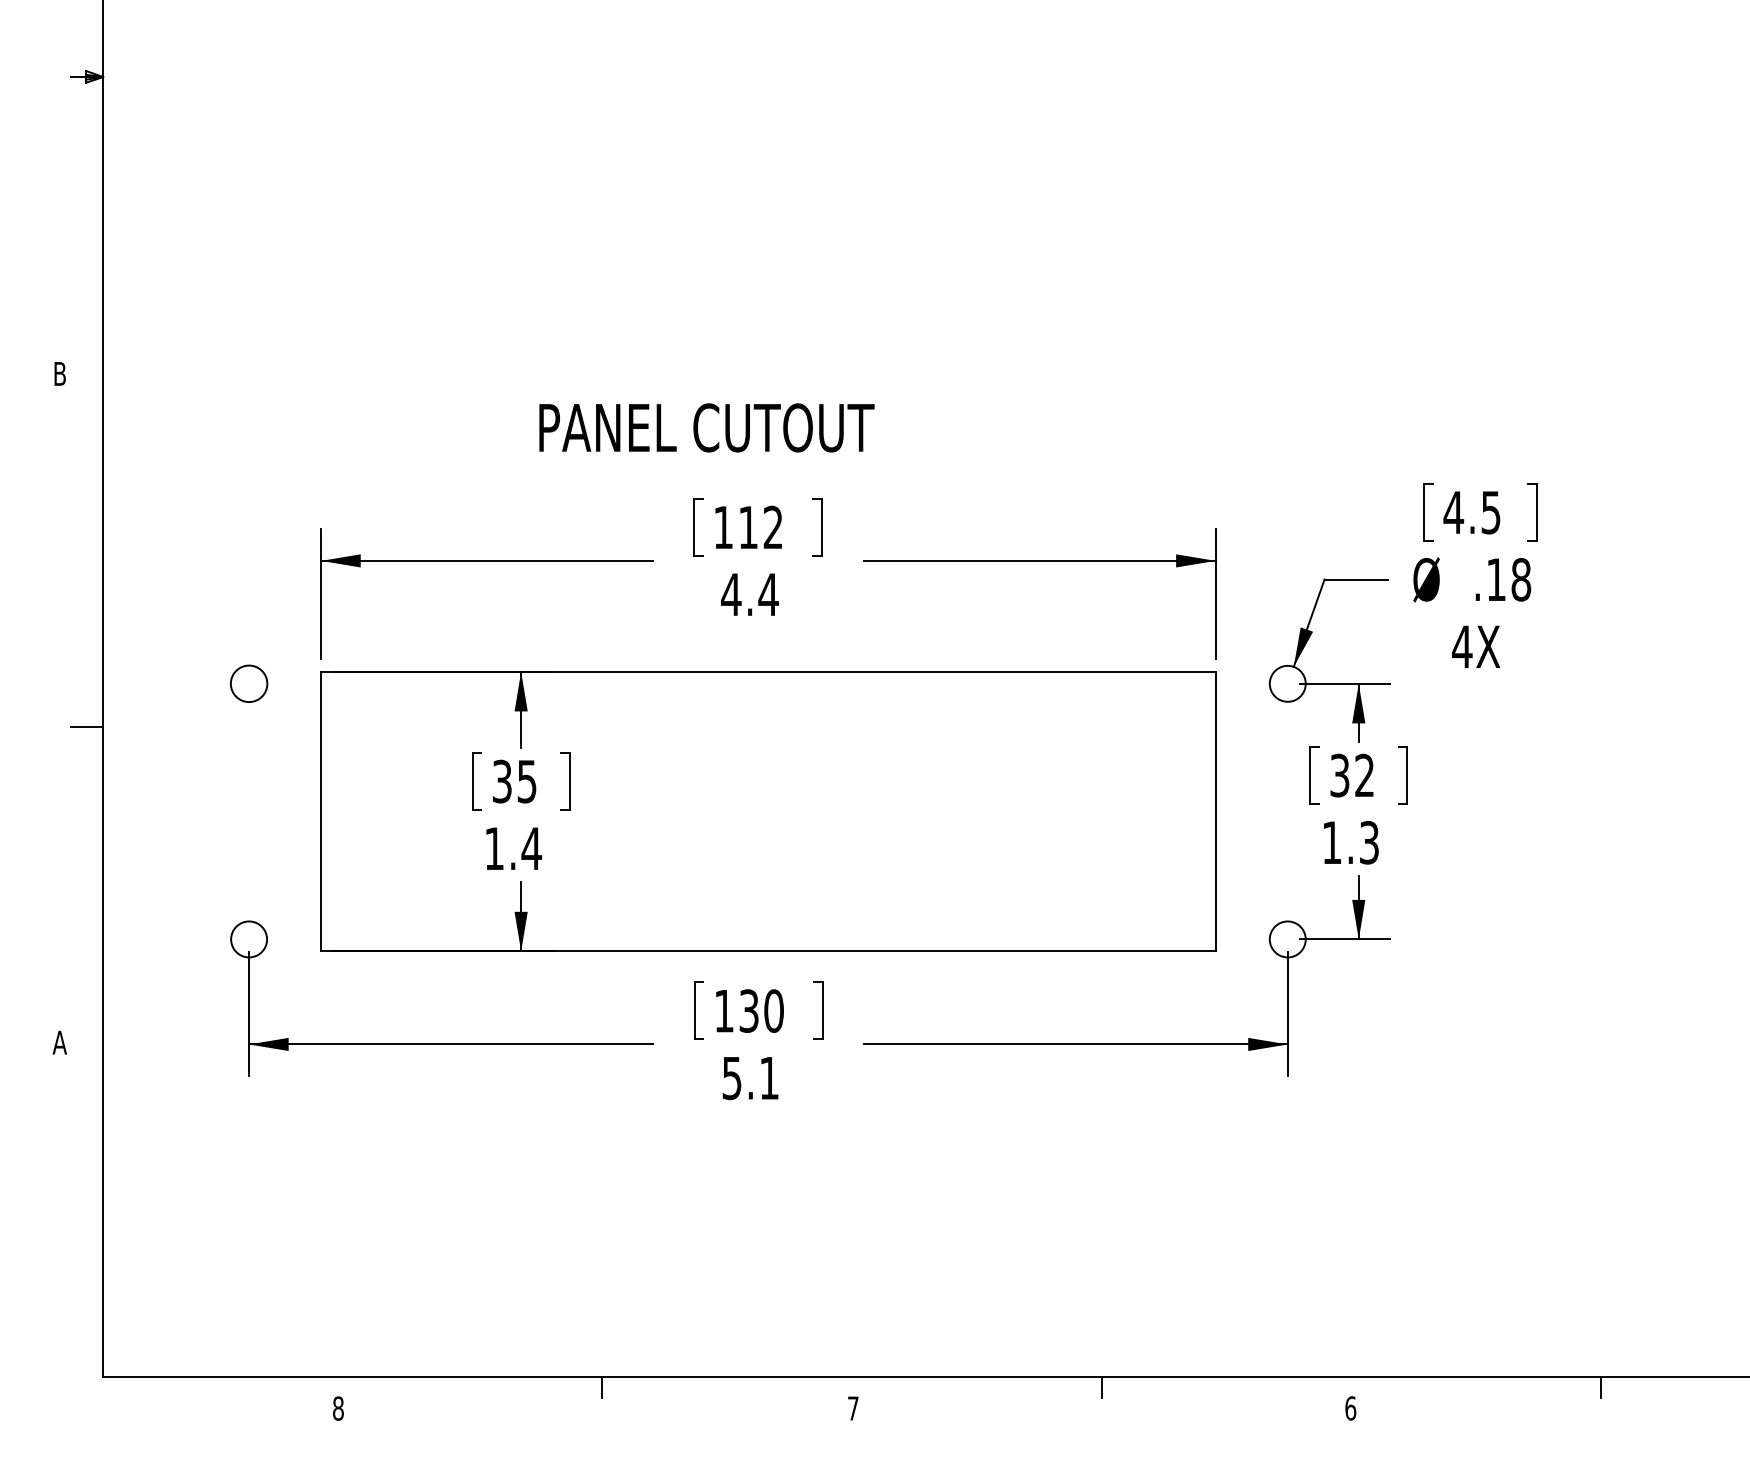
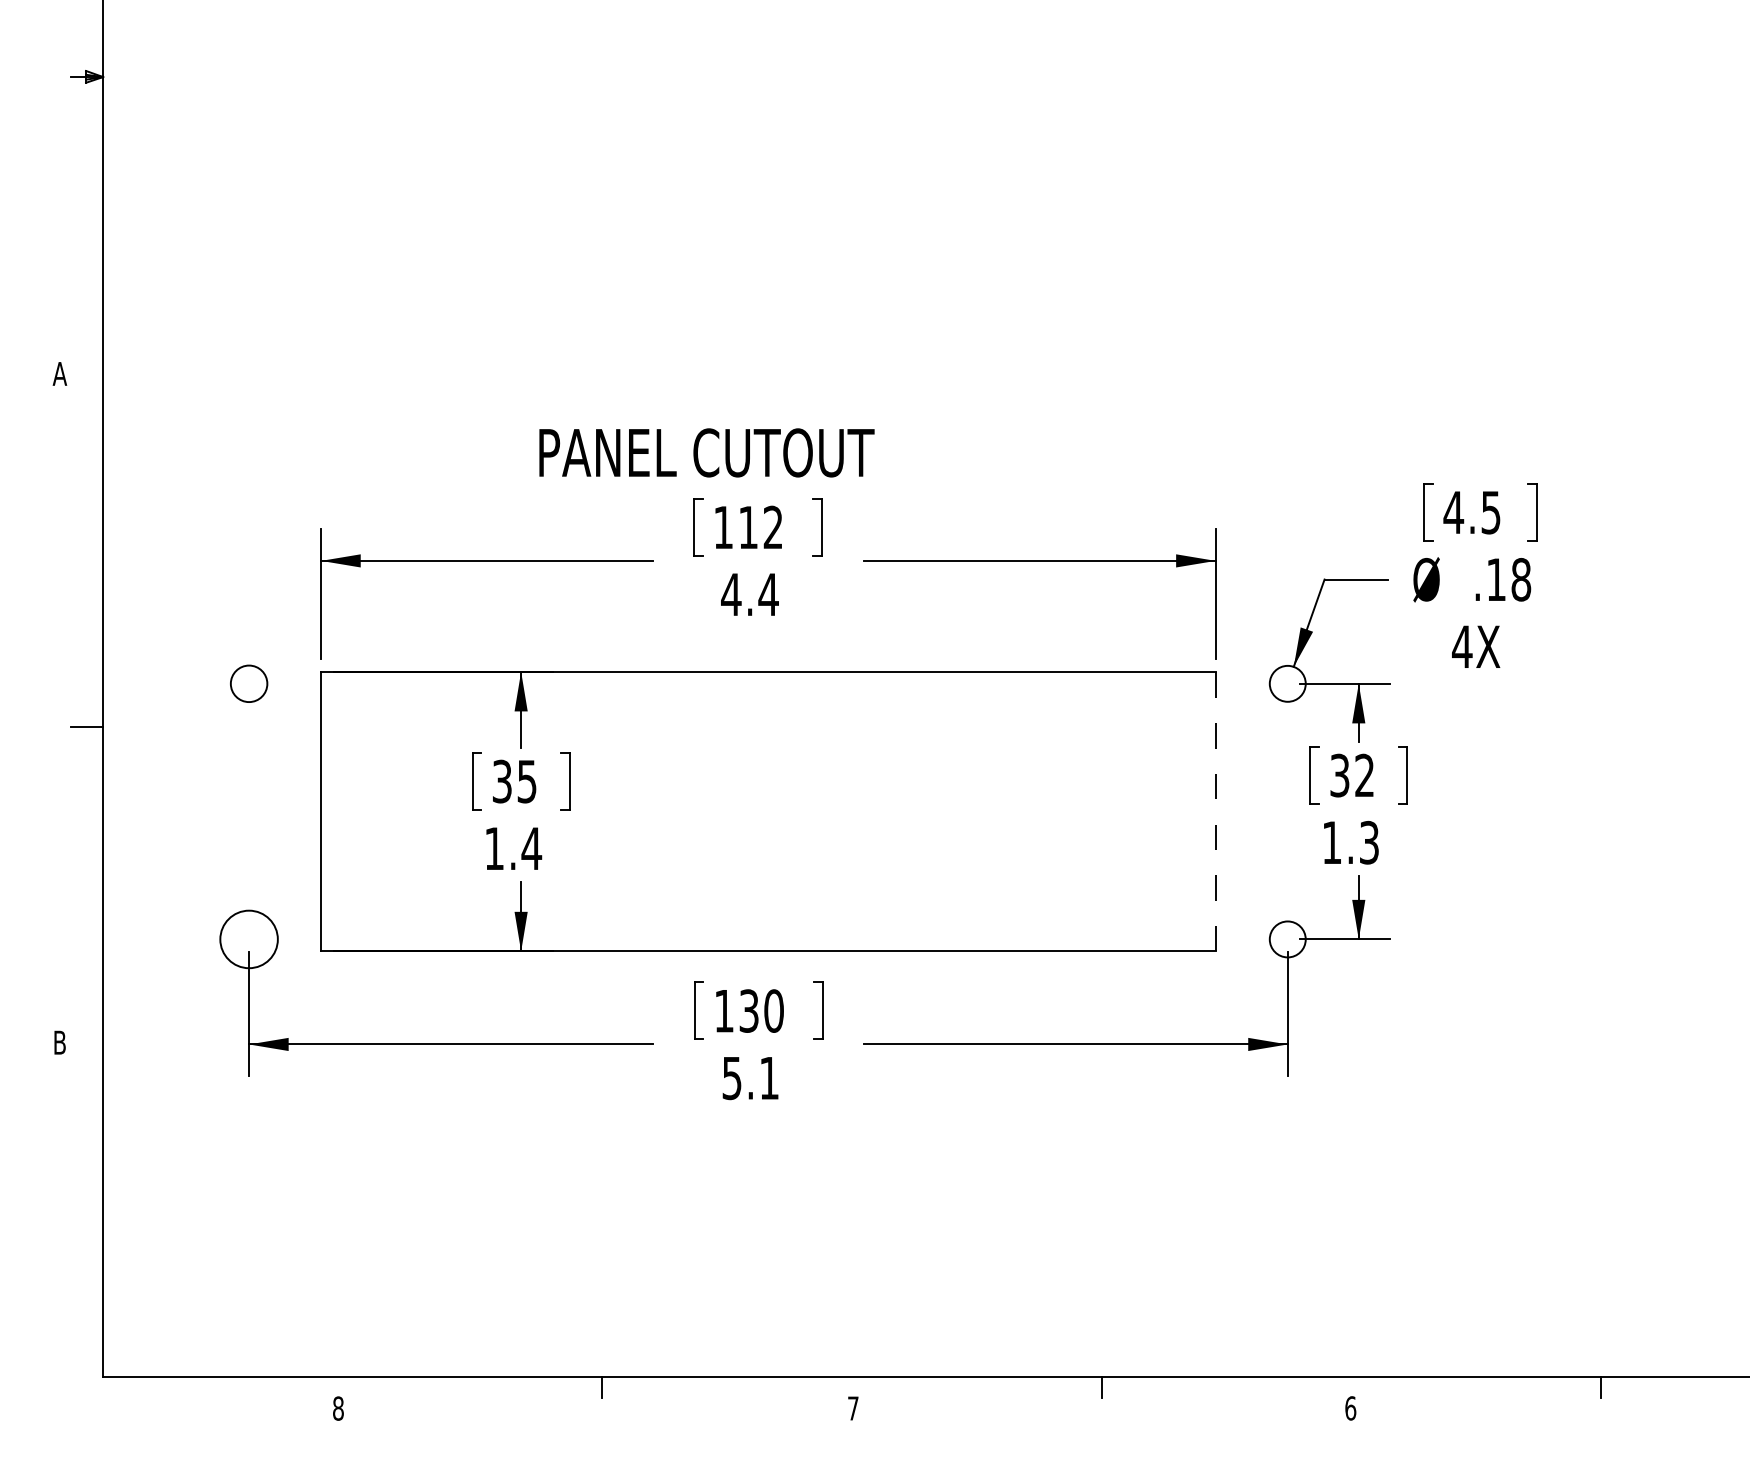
text at (59, 373): B -> A
text at (706, 427) position: (706, 427) -> (706, 452)
line at (1215, 811): solid -> dashed
circle at (249, 939) diameter: 36 px -> 58 px
text at (59, 1042): A -> B
